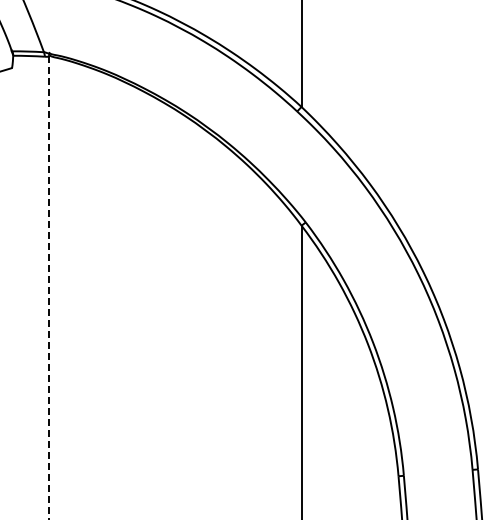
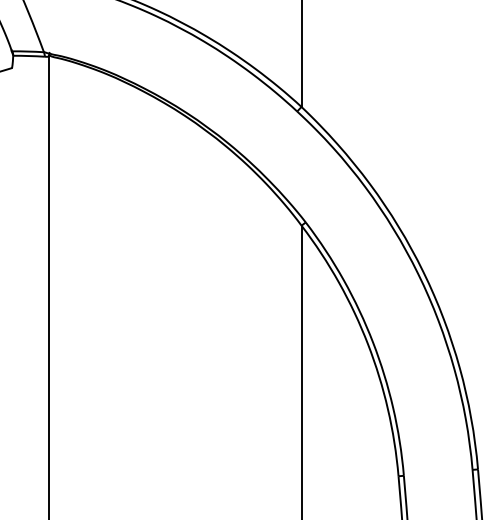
line at (49, 287): dashed -> solid
